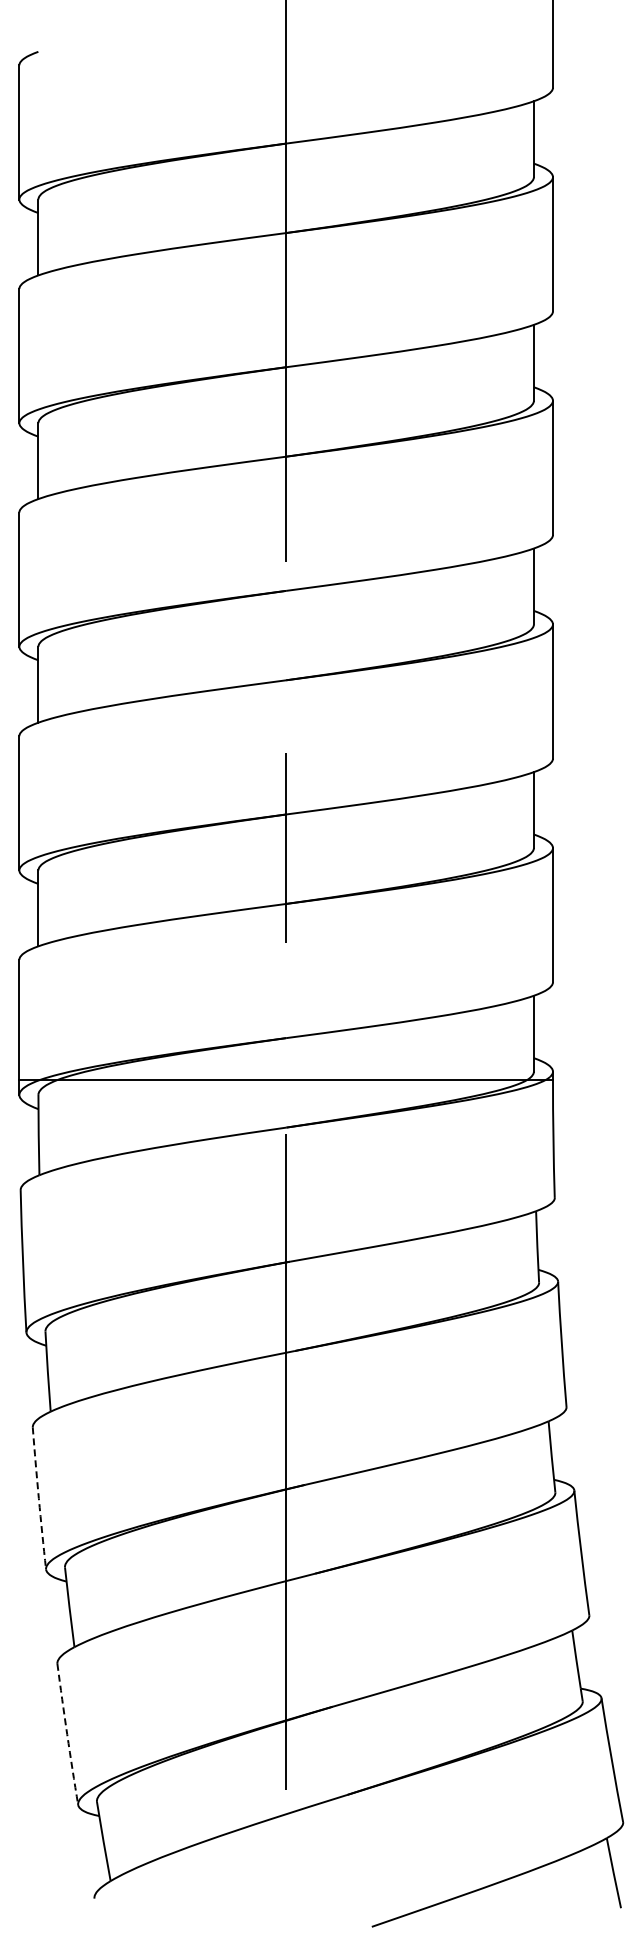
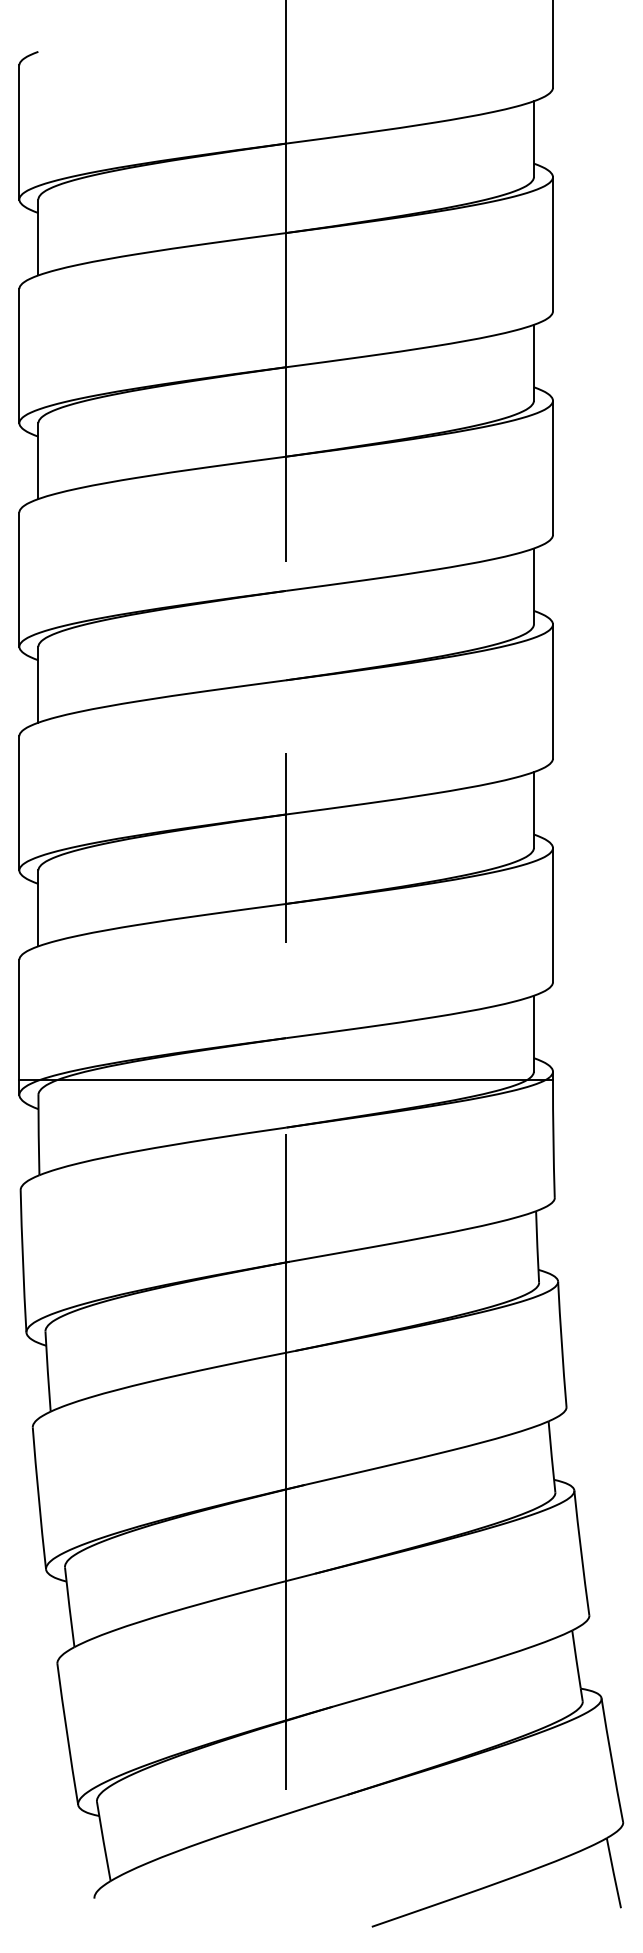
arc at (38, 1498): dashed -> solid
arc at (67, 1734): dashed -> solid
